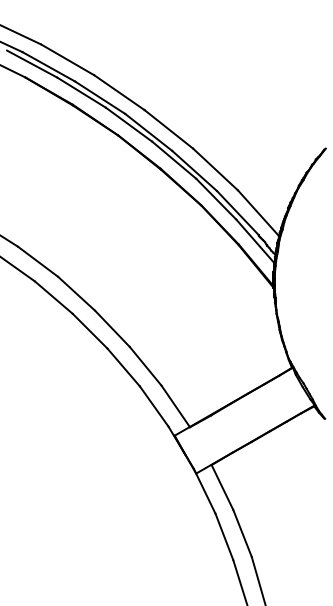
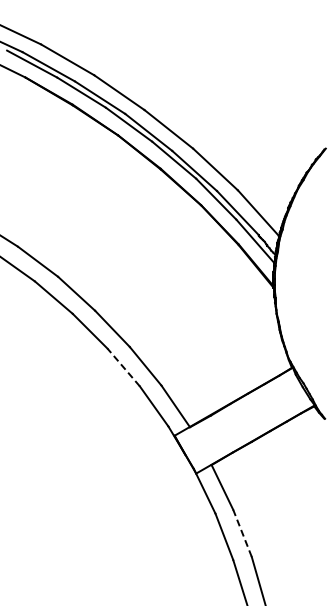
line at (123, 367): solid -> dashed
line at (242, 532): solid -> dashed
